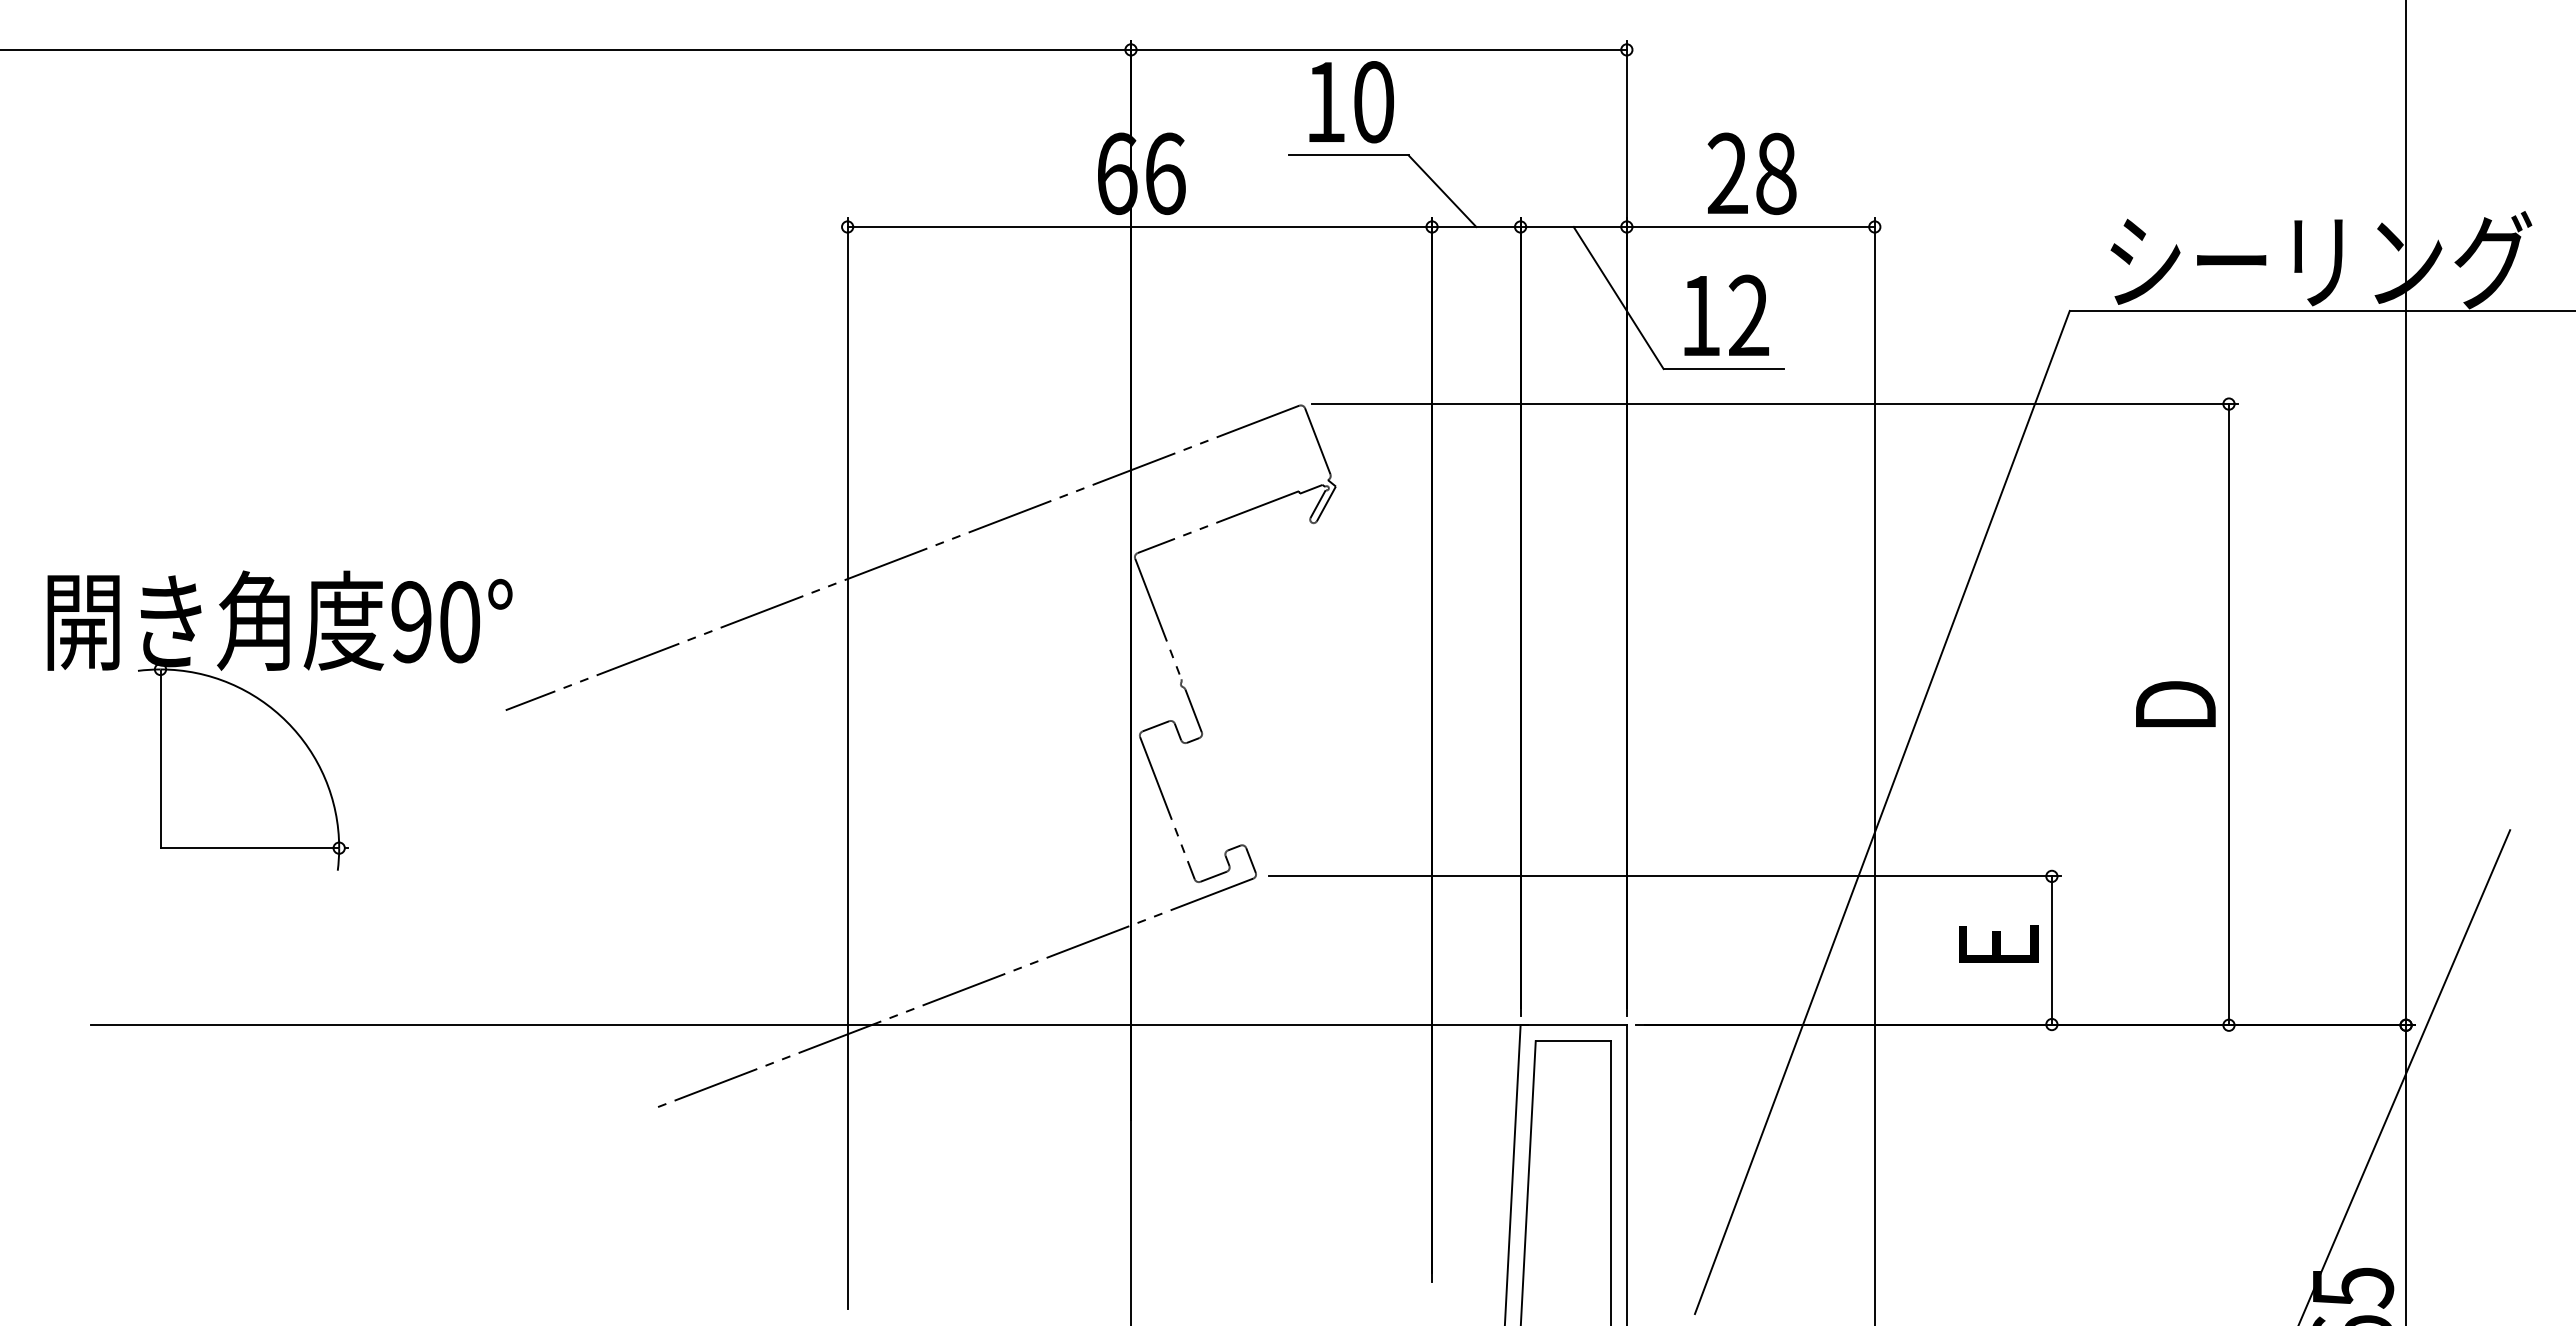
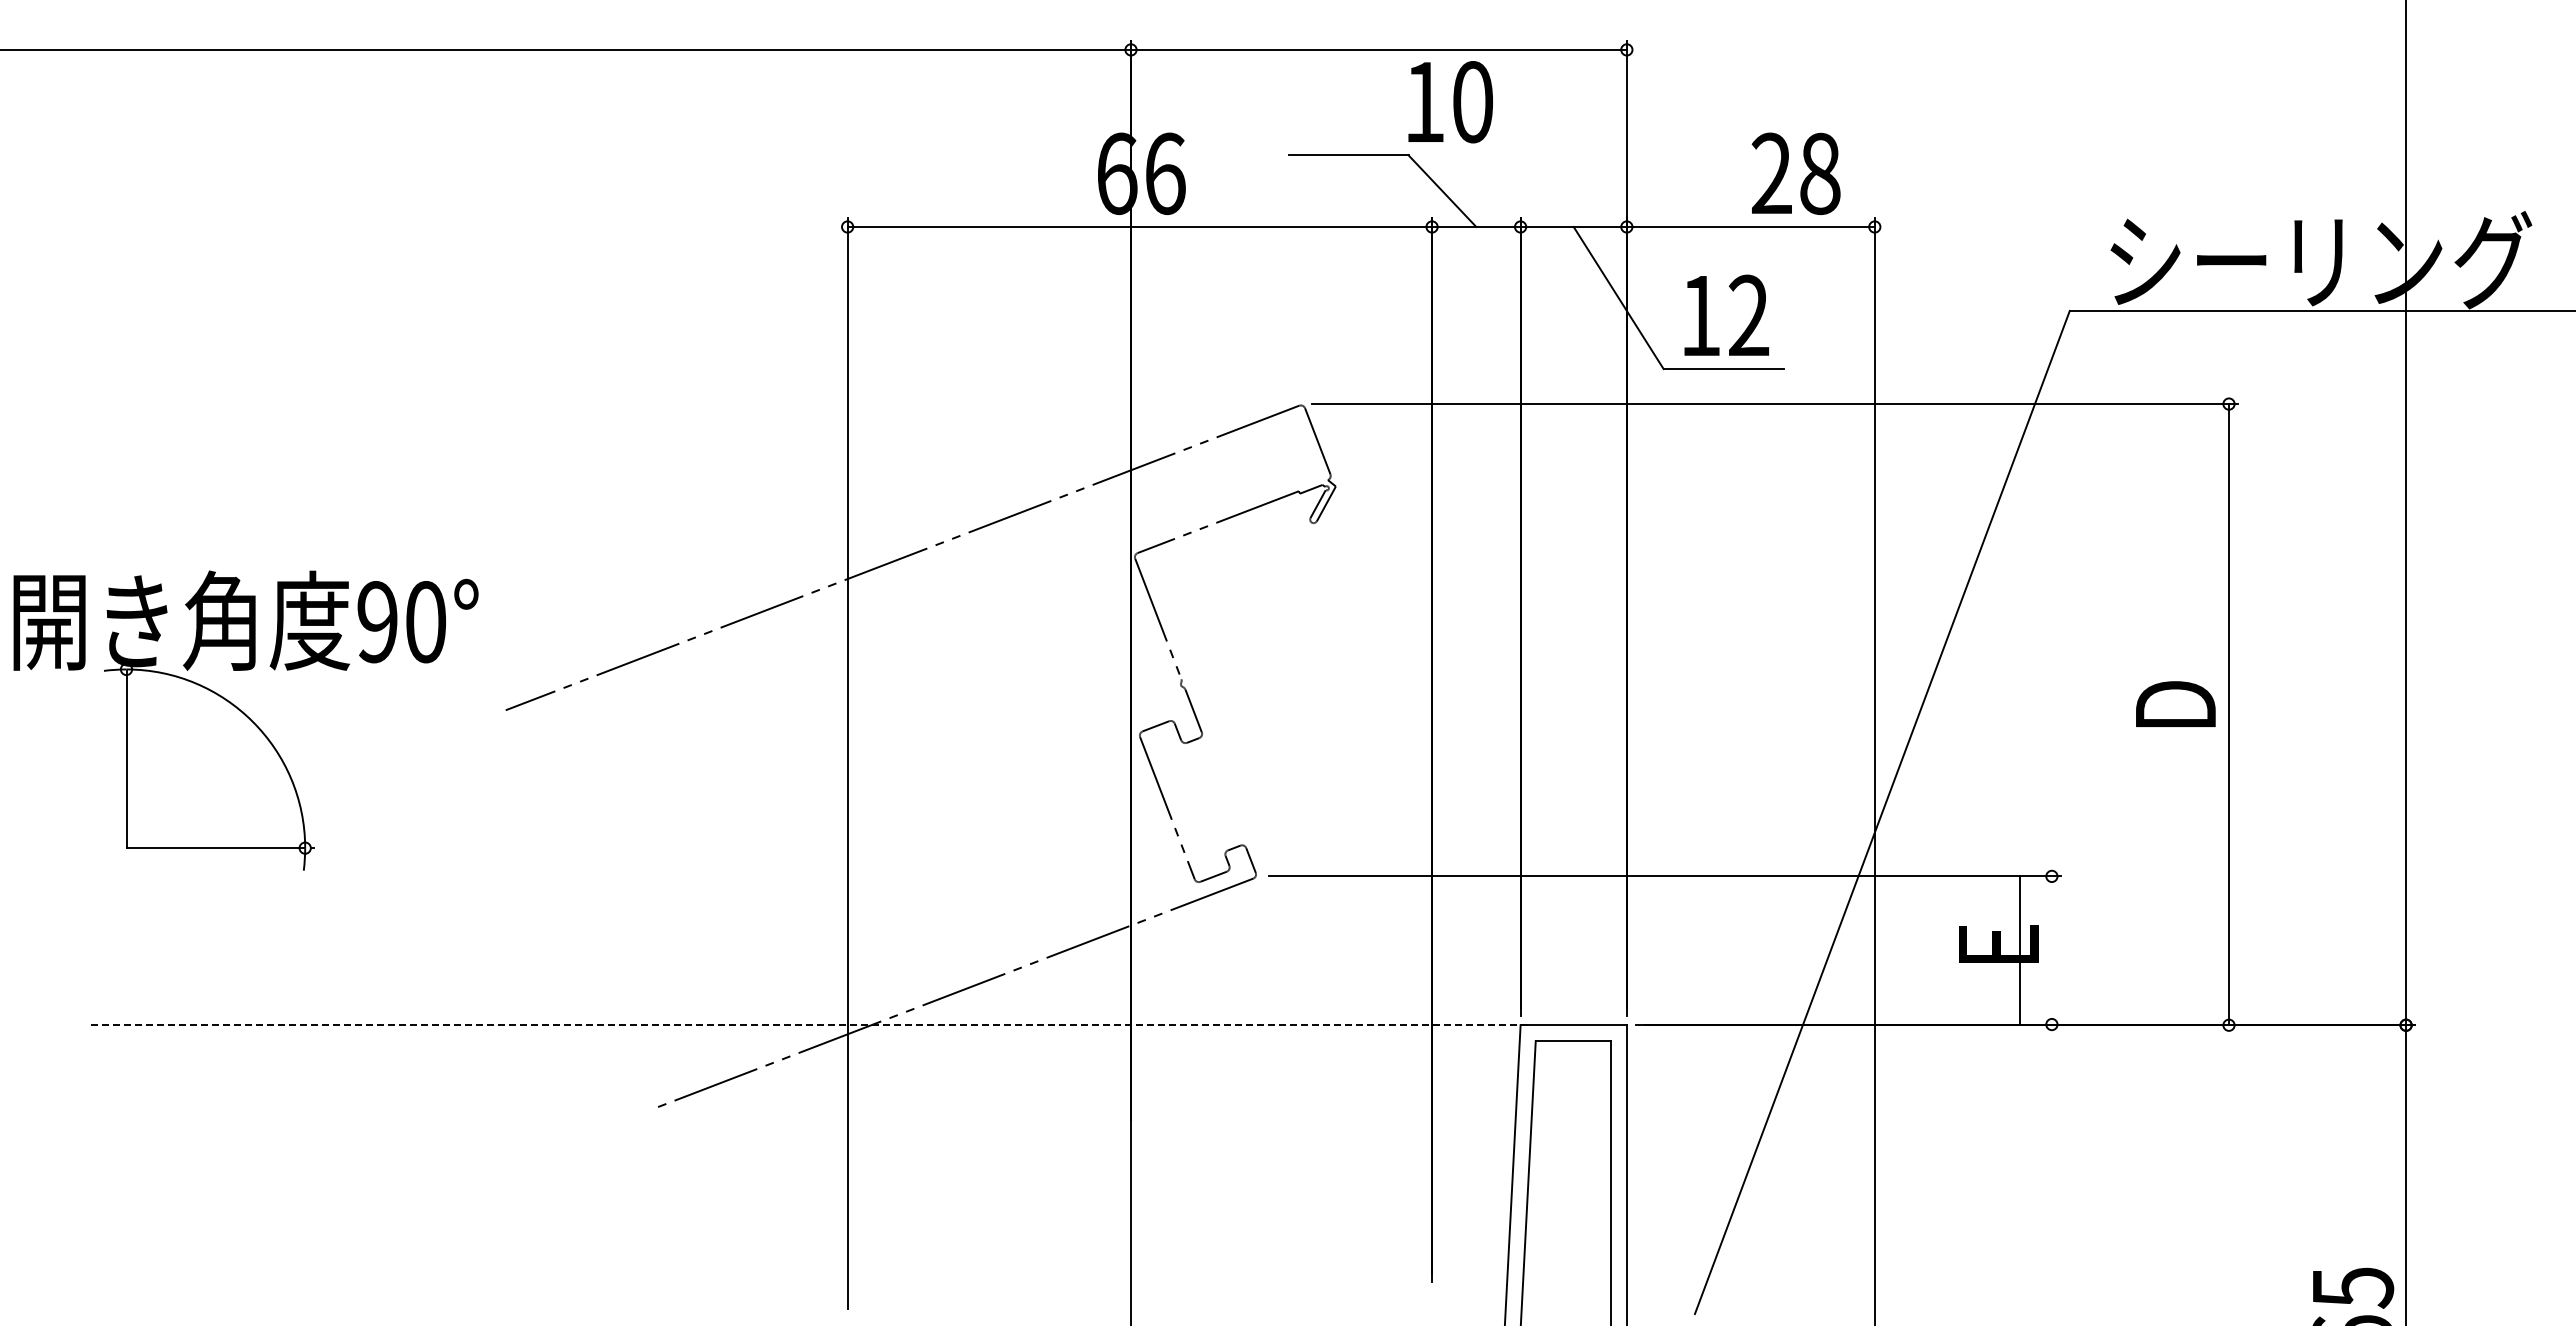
text at (1351, 102) position: (1351, 102) -> (1450, 102)
text at (1751, 173) position: (1751, 173) -> (1795, 173)
part at (279, 720) position: (279, 720) -> (245, 720)
line at (2051, 950) position: (2051, 950) -> (2019, 950)
line at (809, 1025): solid -> dashed
line at (2404, 1076): present -> none
